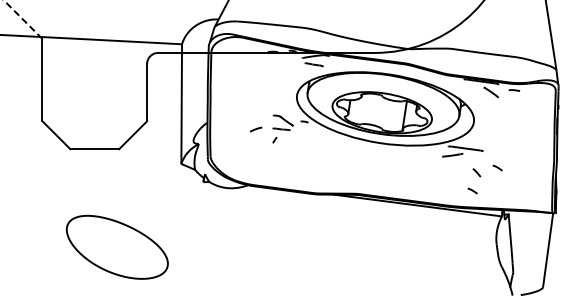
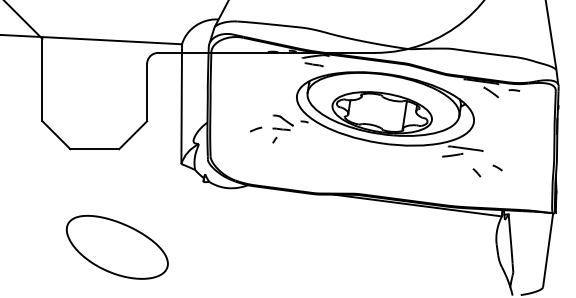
line at (22, 19): dashed -> solid
curve at (472, 190): present -> none
